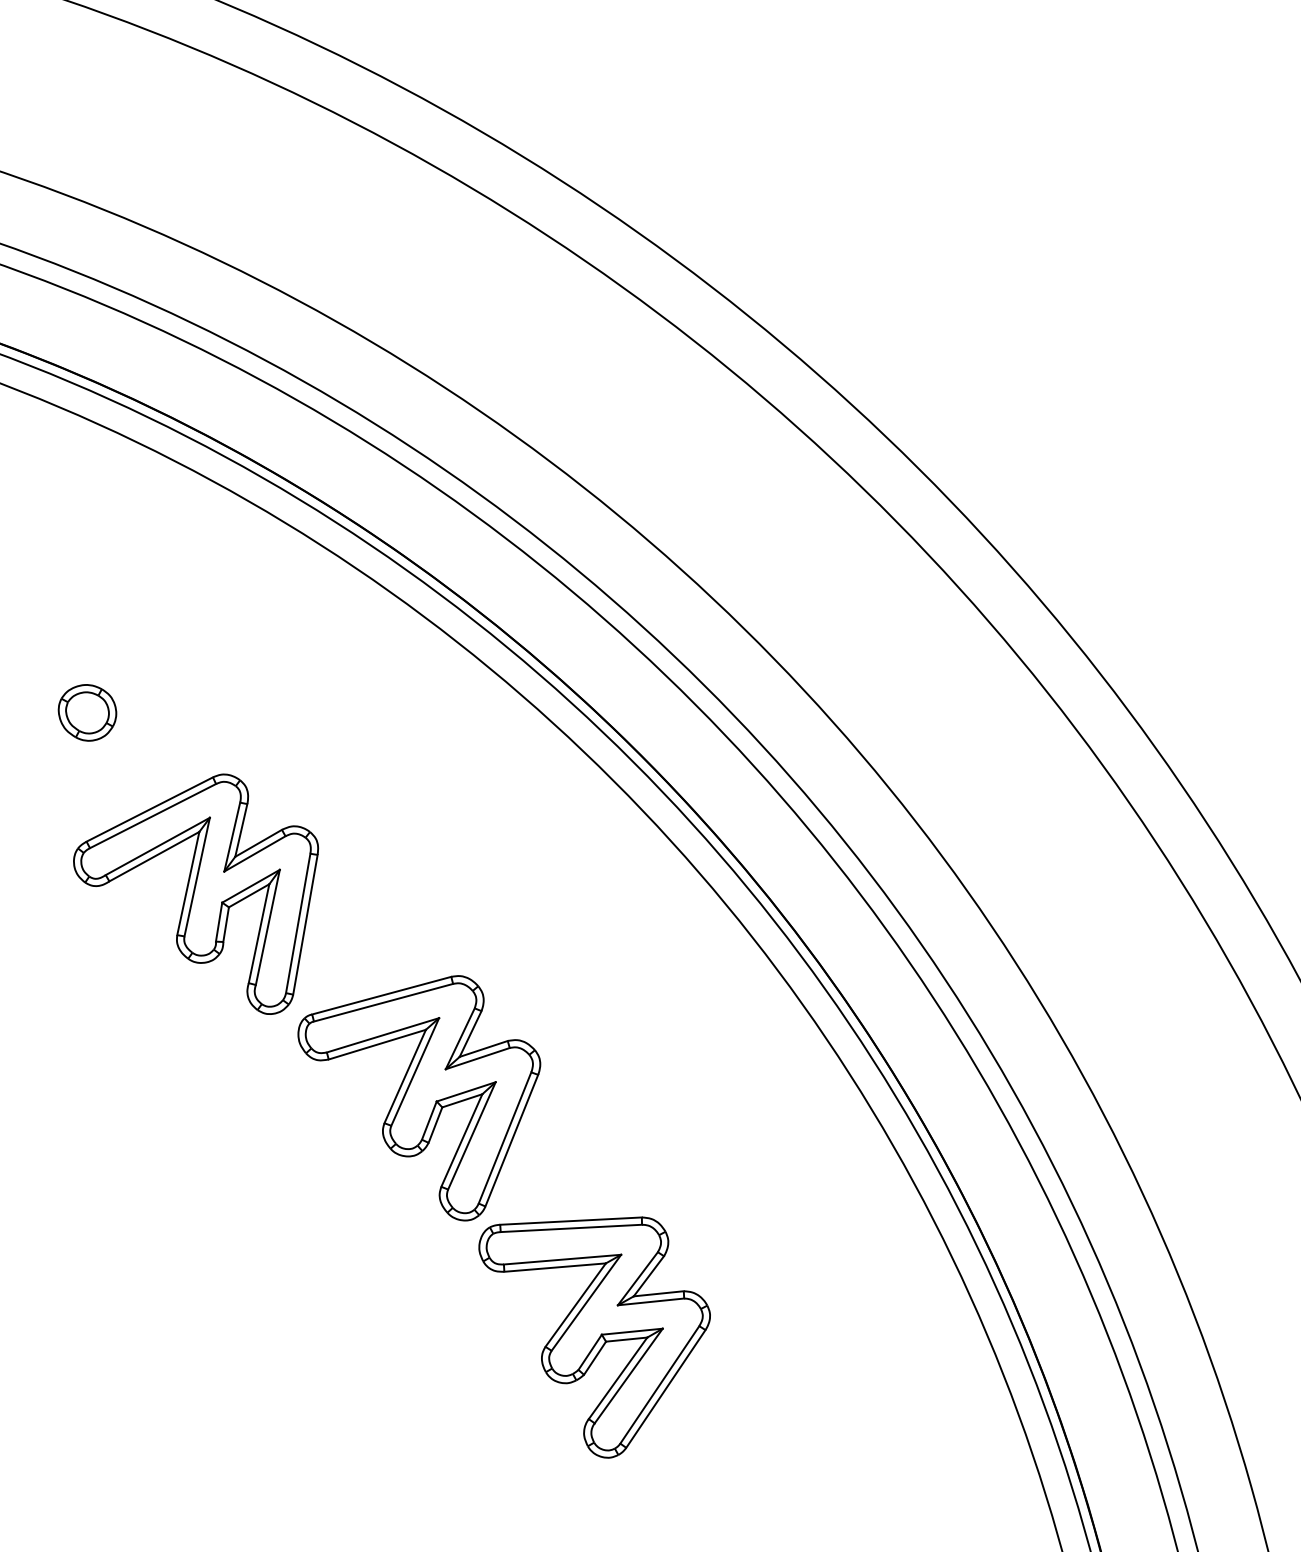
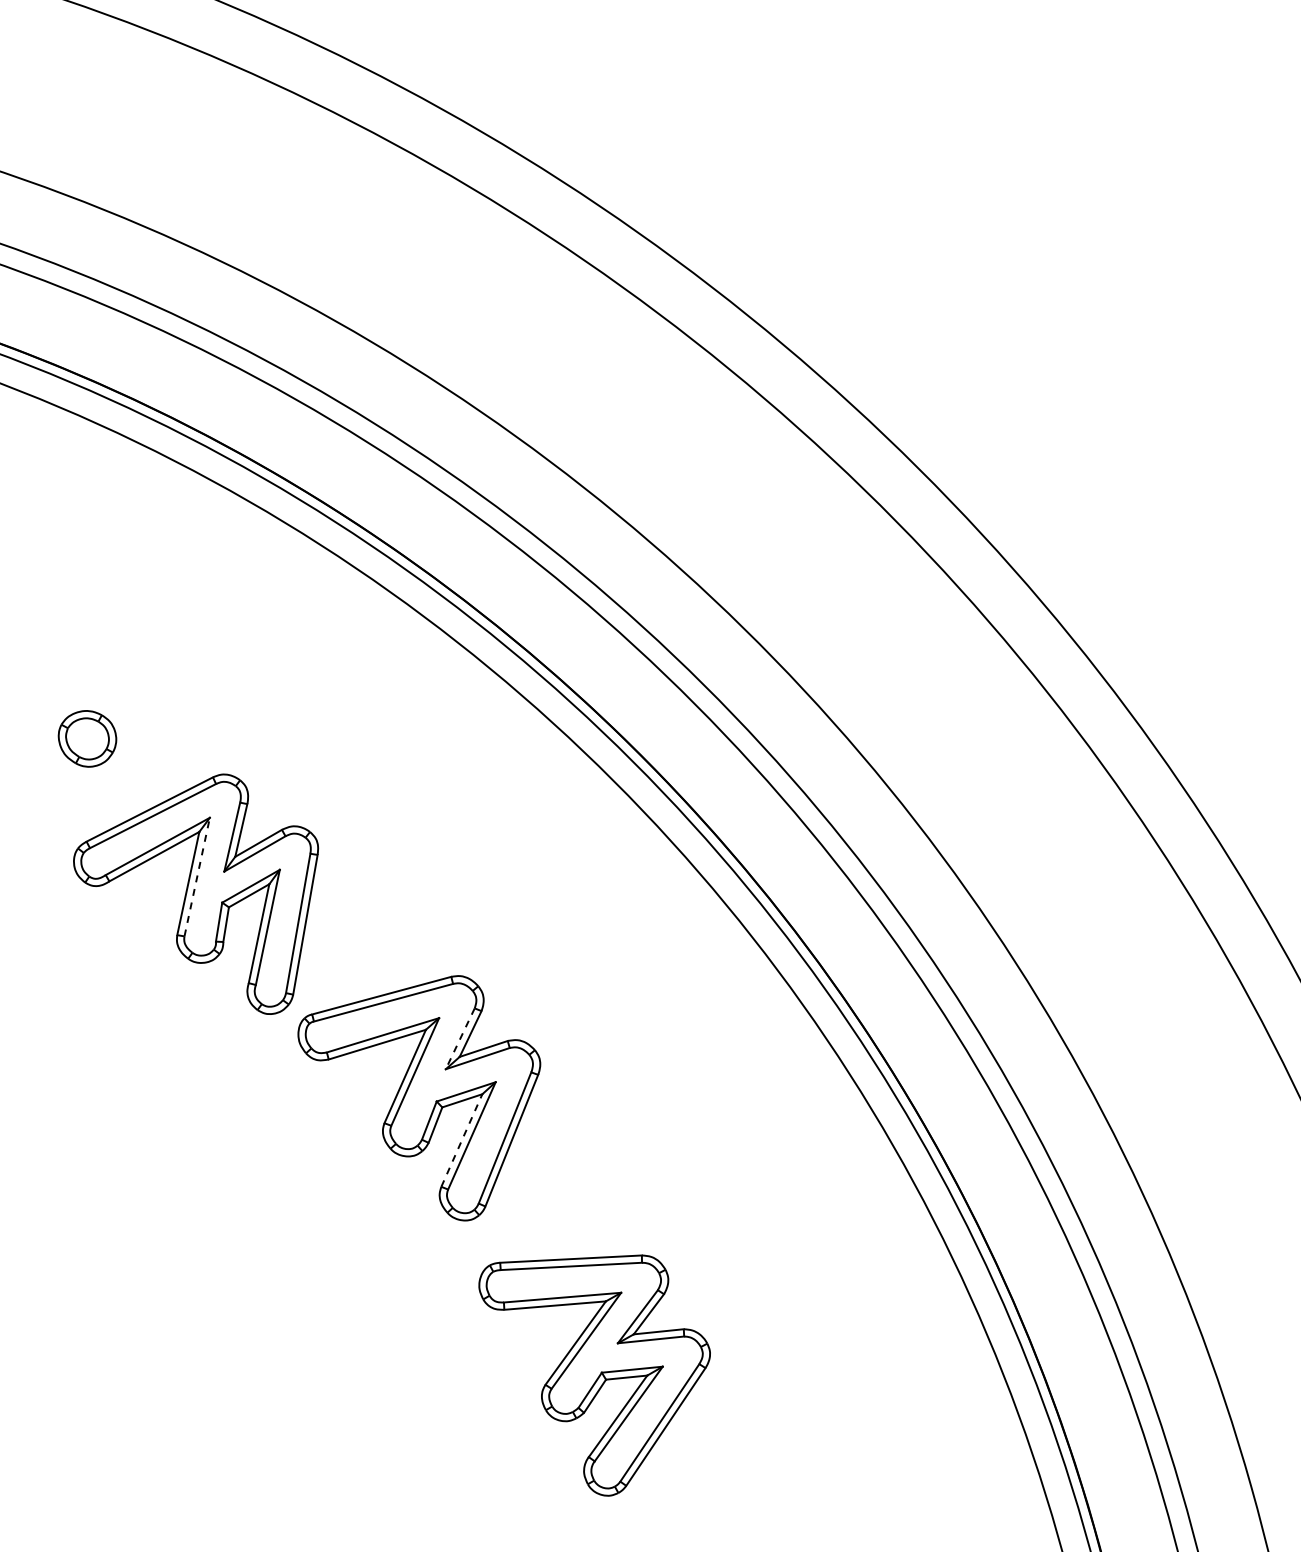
part at (87, 712) position: (87, 712) -> (87, 738)
line at (197, 877): solid -> dashed
line at (460, 1038): solid -> dashed
line at (461, 1140): solid -> dashed
part at (594, 1337) position: (594, 1337) -> (594, 1375)
